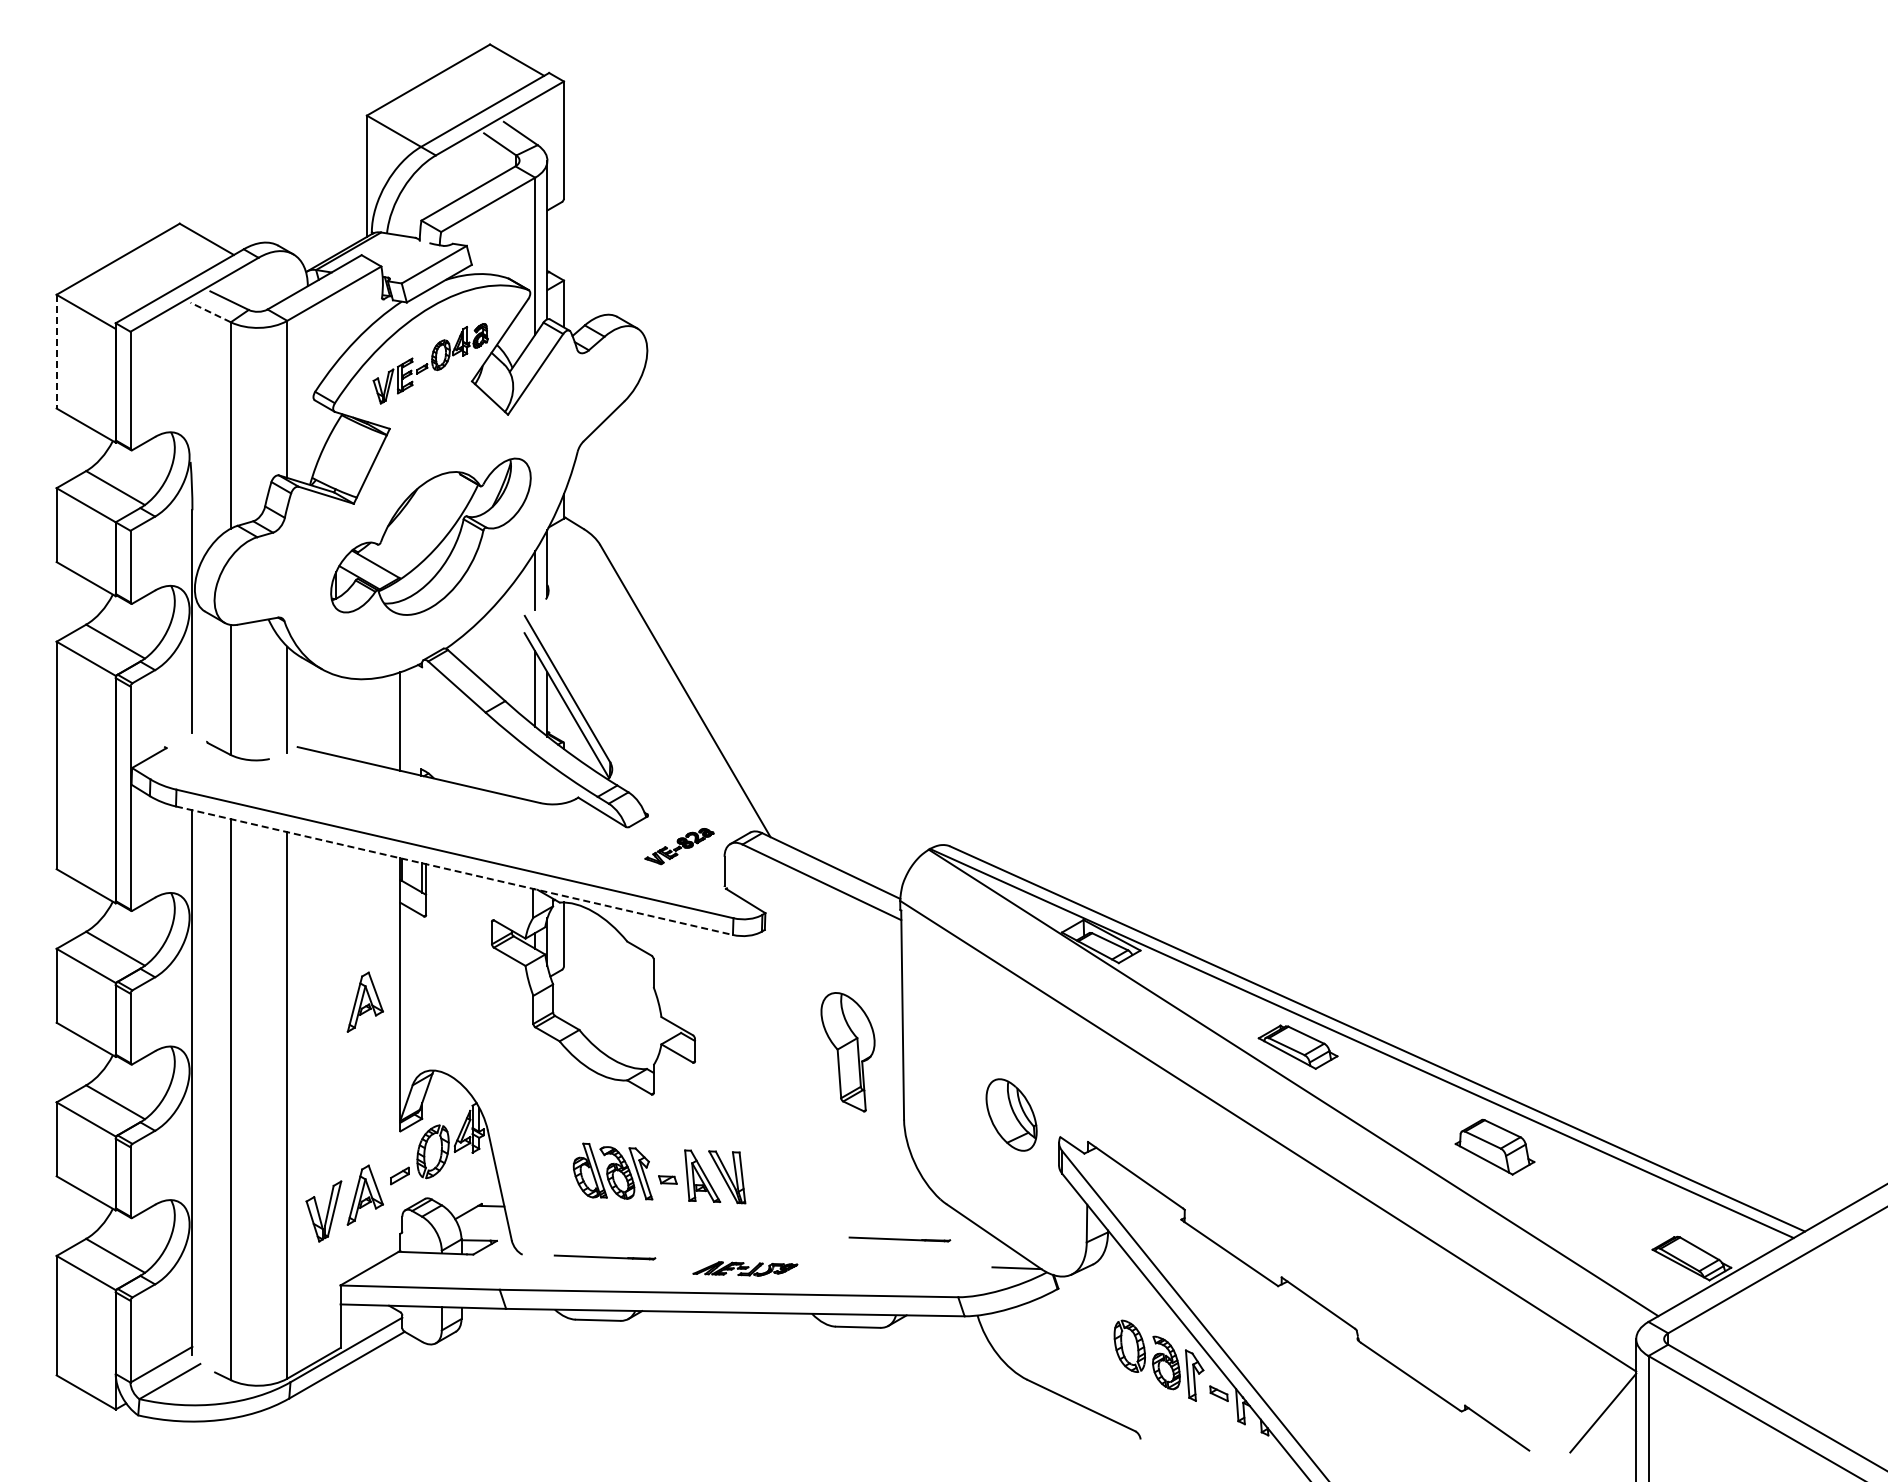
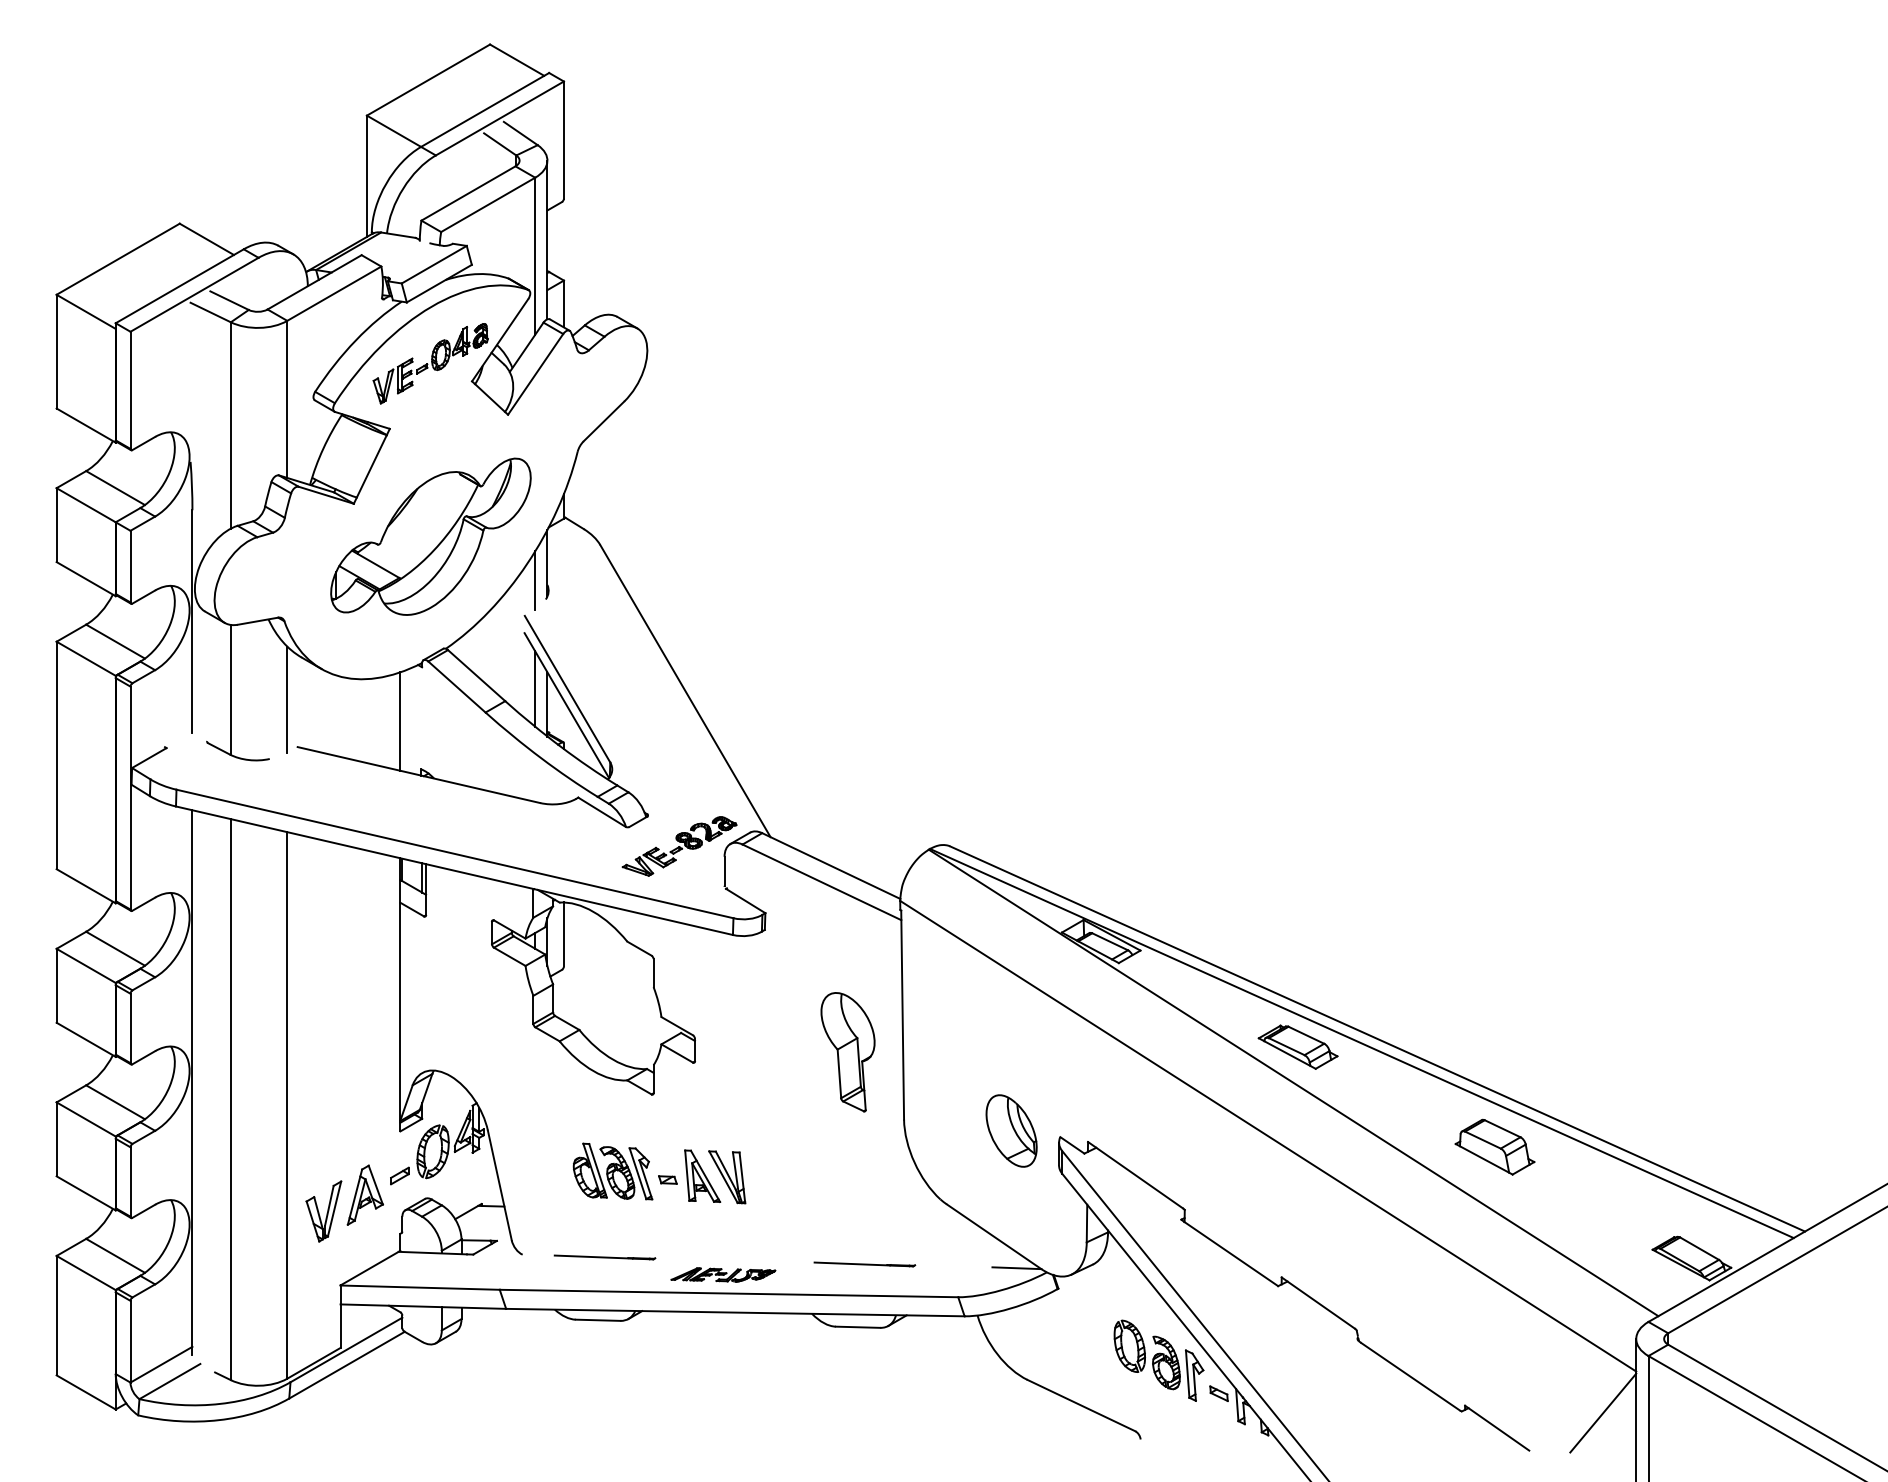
line at (210, 312): dashed -> solid
line at (56, 351): dashed -> solid
part at (679, 846) size: 71x38 px -> 117x61 px
line at (454, 870): dashed -> solid
part at (364, 1001): present -> none
part at (1011, 1114) position: (1011, 1114) -> (1011, 1130)
line at (899, 1239) position: (899, 1239) -> (864, 1264)
part at (745, 1268) position: (745, 1268) -> (723, 1274)
